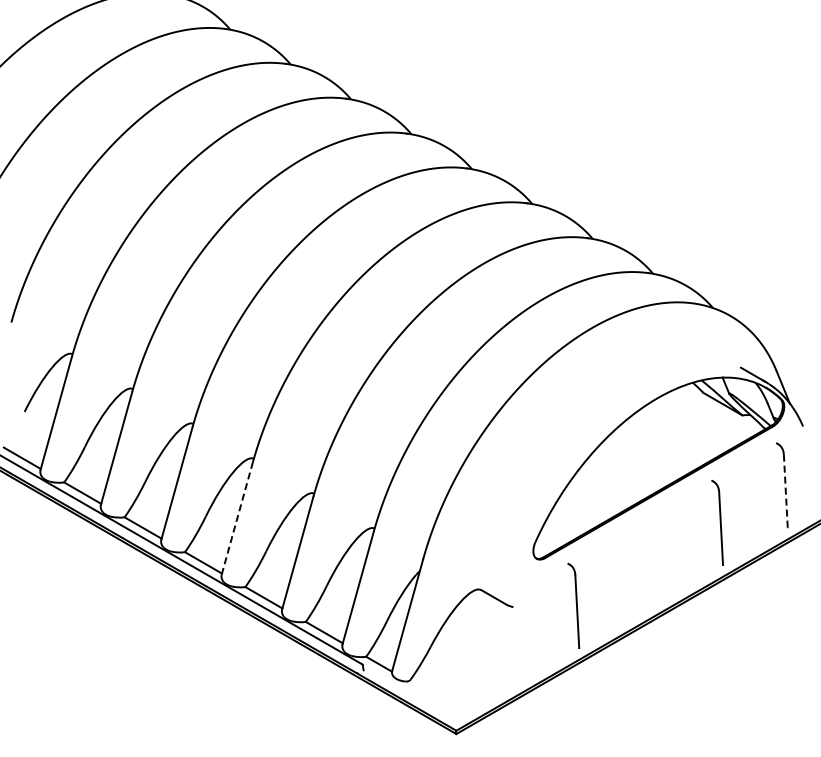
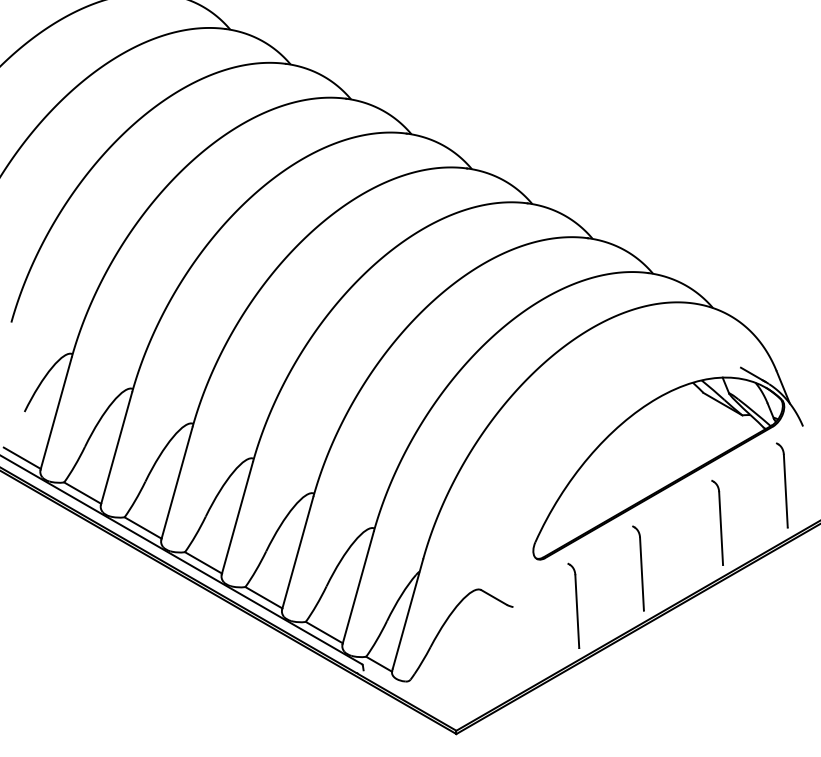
line at (785, 490): dashed -> solid
line at (237, 518): dashed -> solid
part at (638, 568): none -> present
